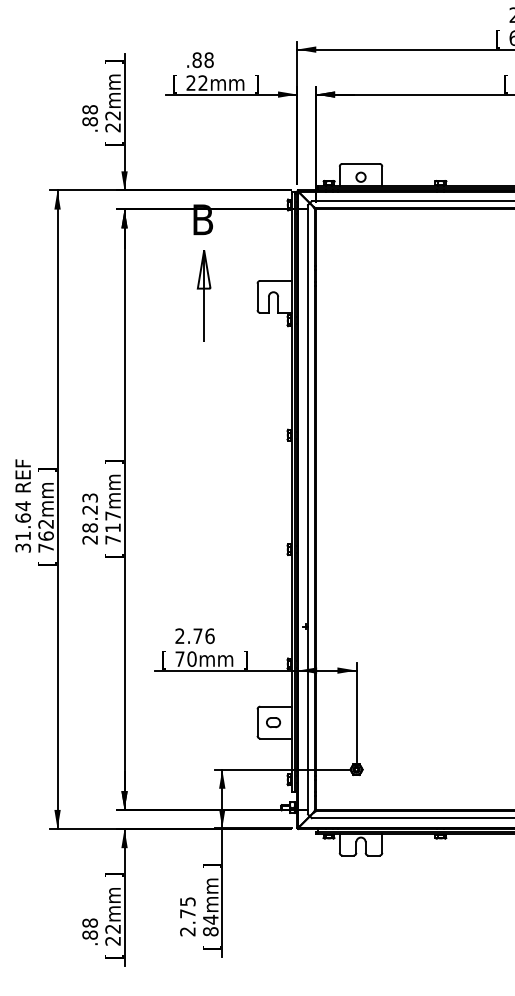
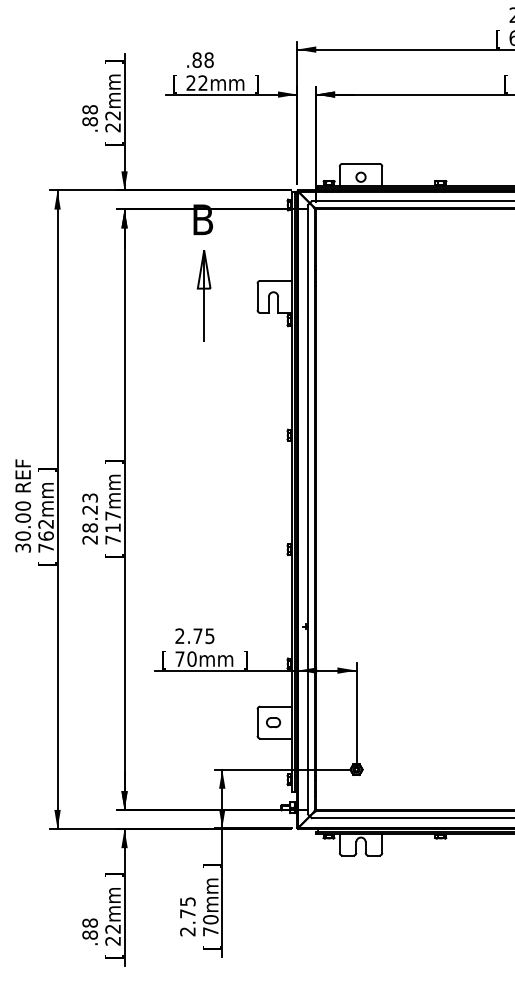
text at (22, 520): 31.64 -> 30.00
text at (209, 636): 2.76 -> 2.75
text at (210, 925): 84mm -> 70mm
